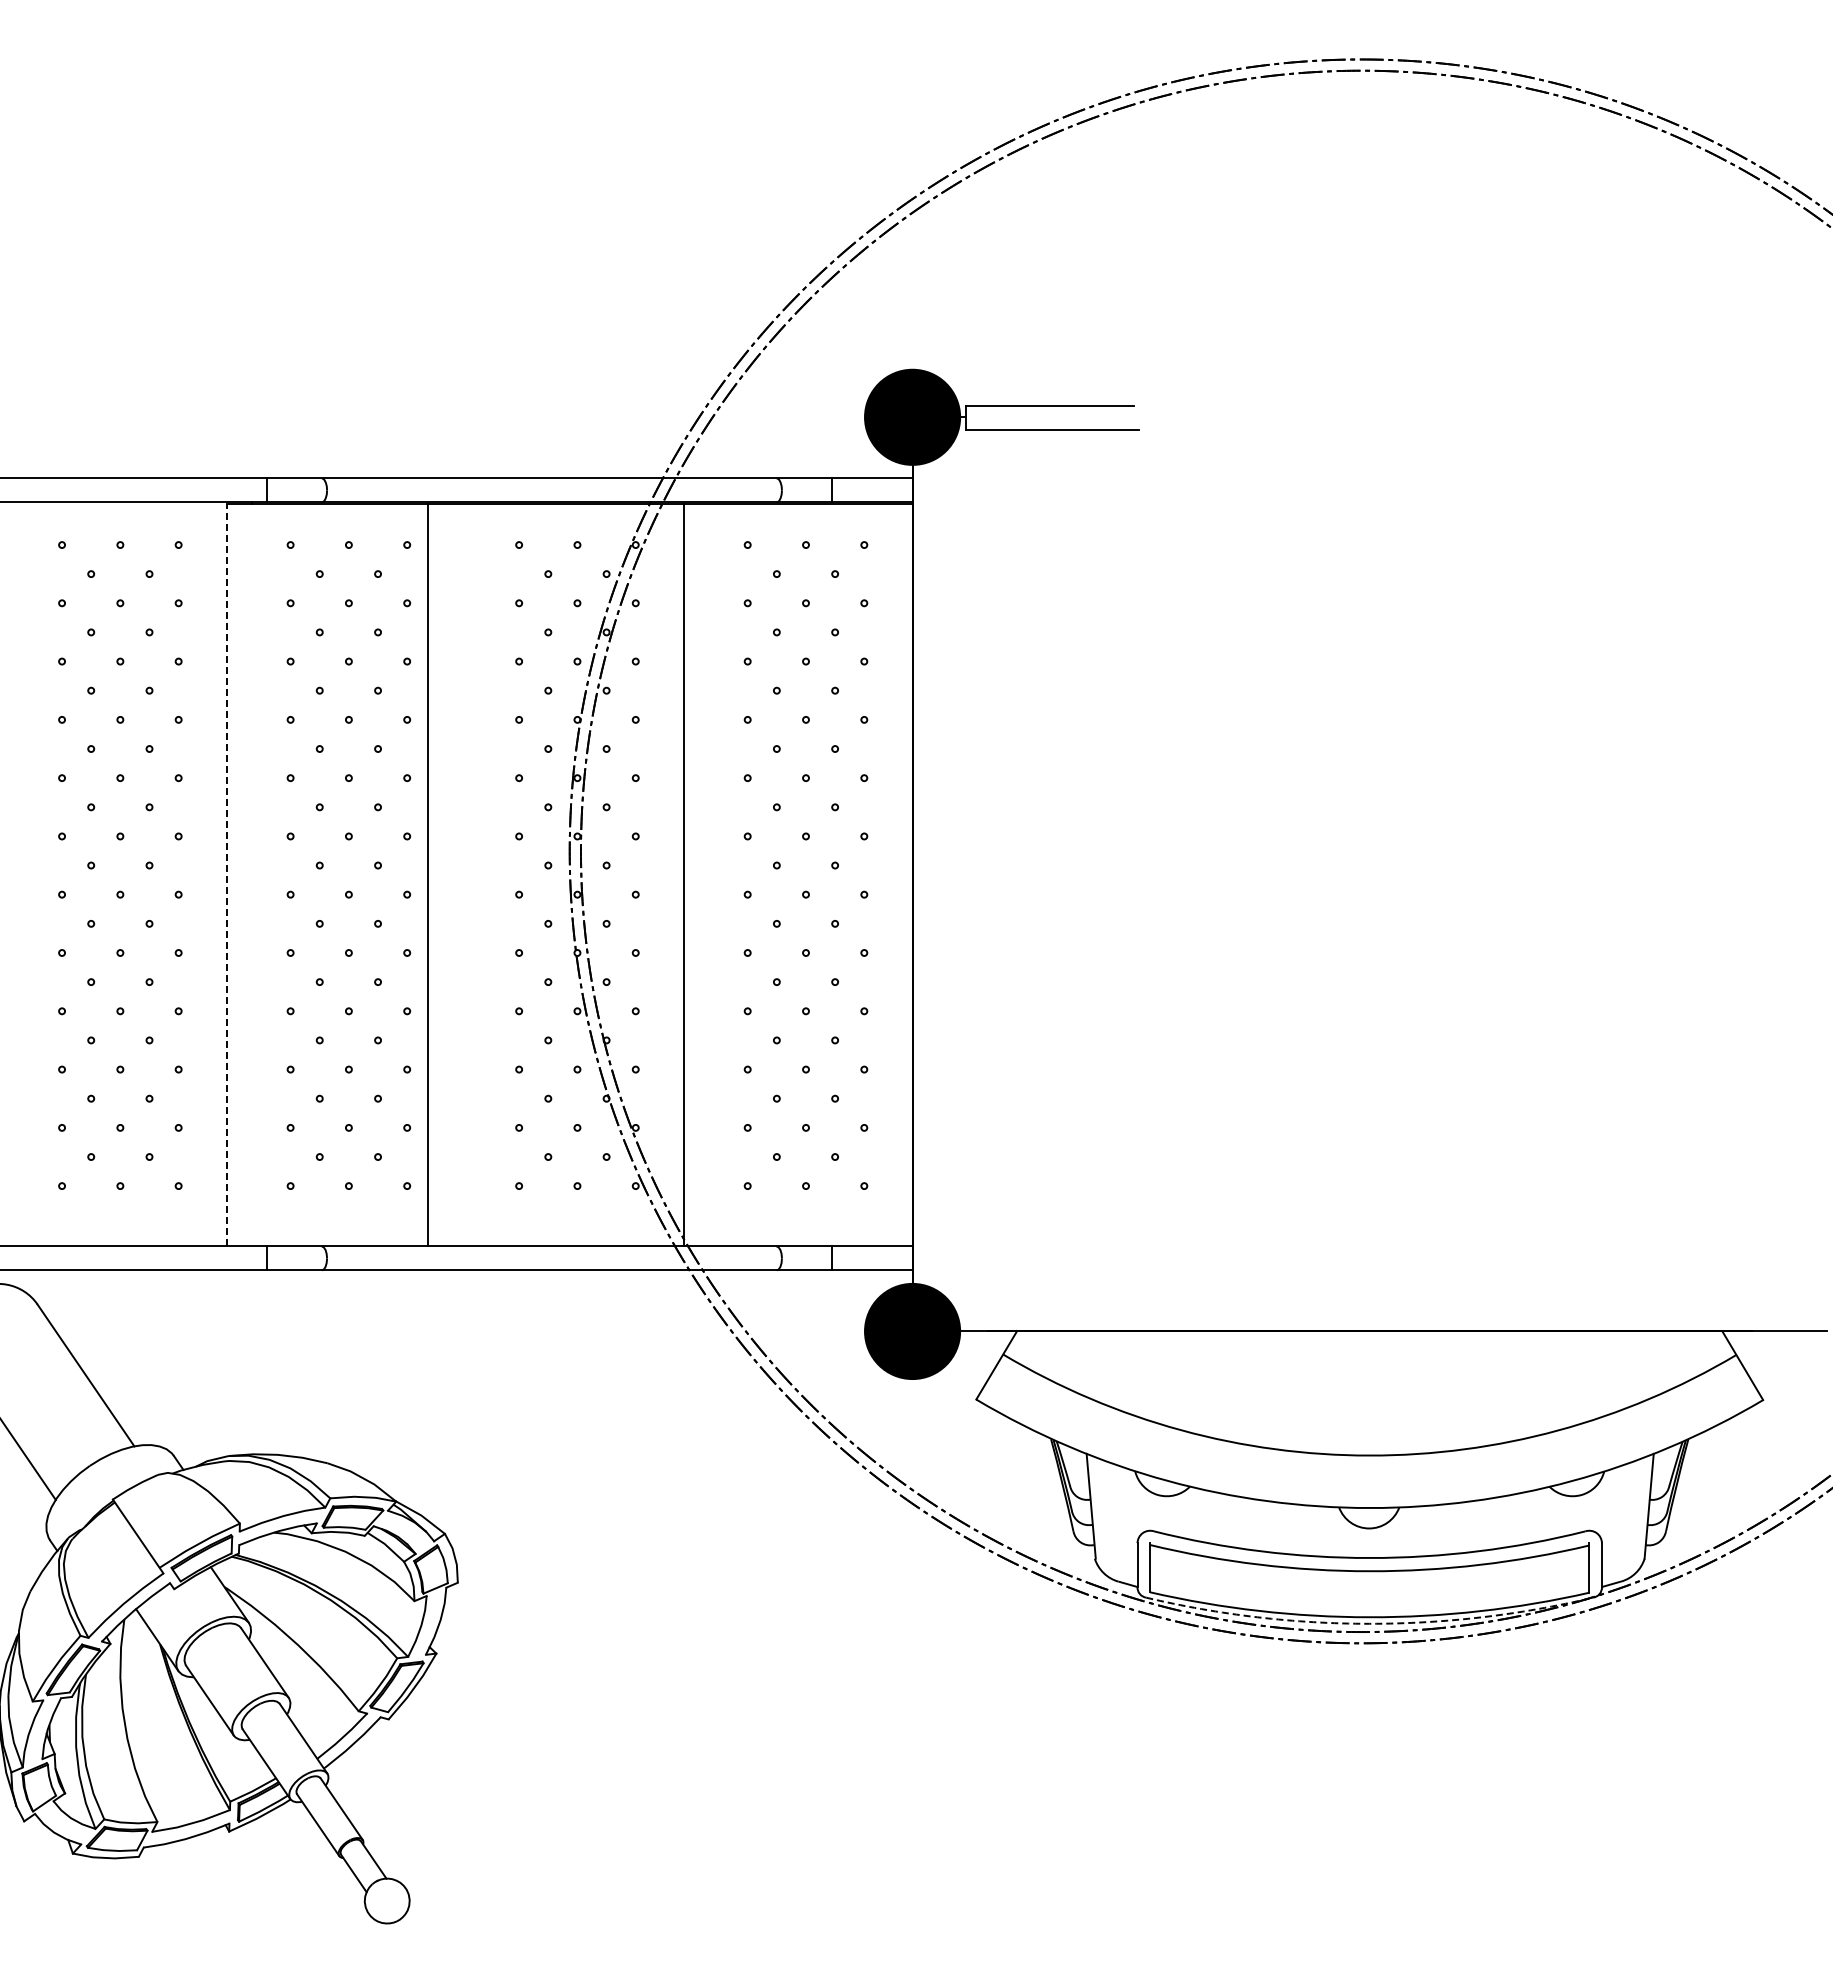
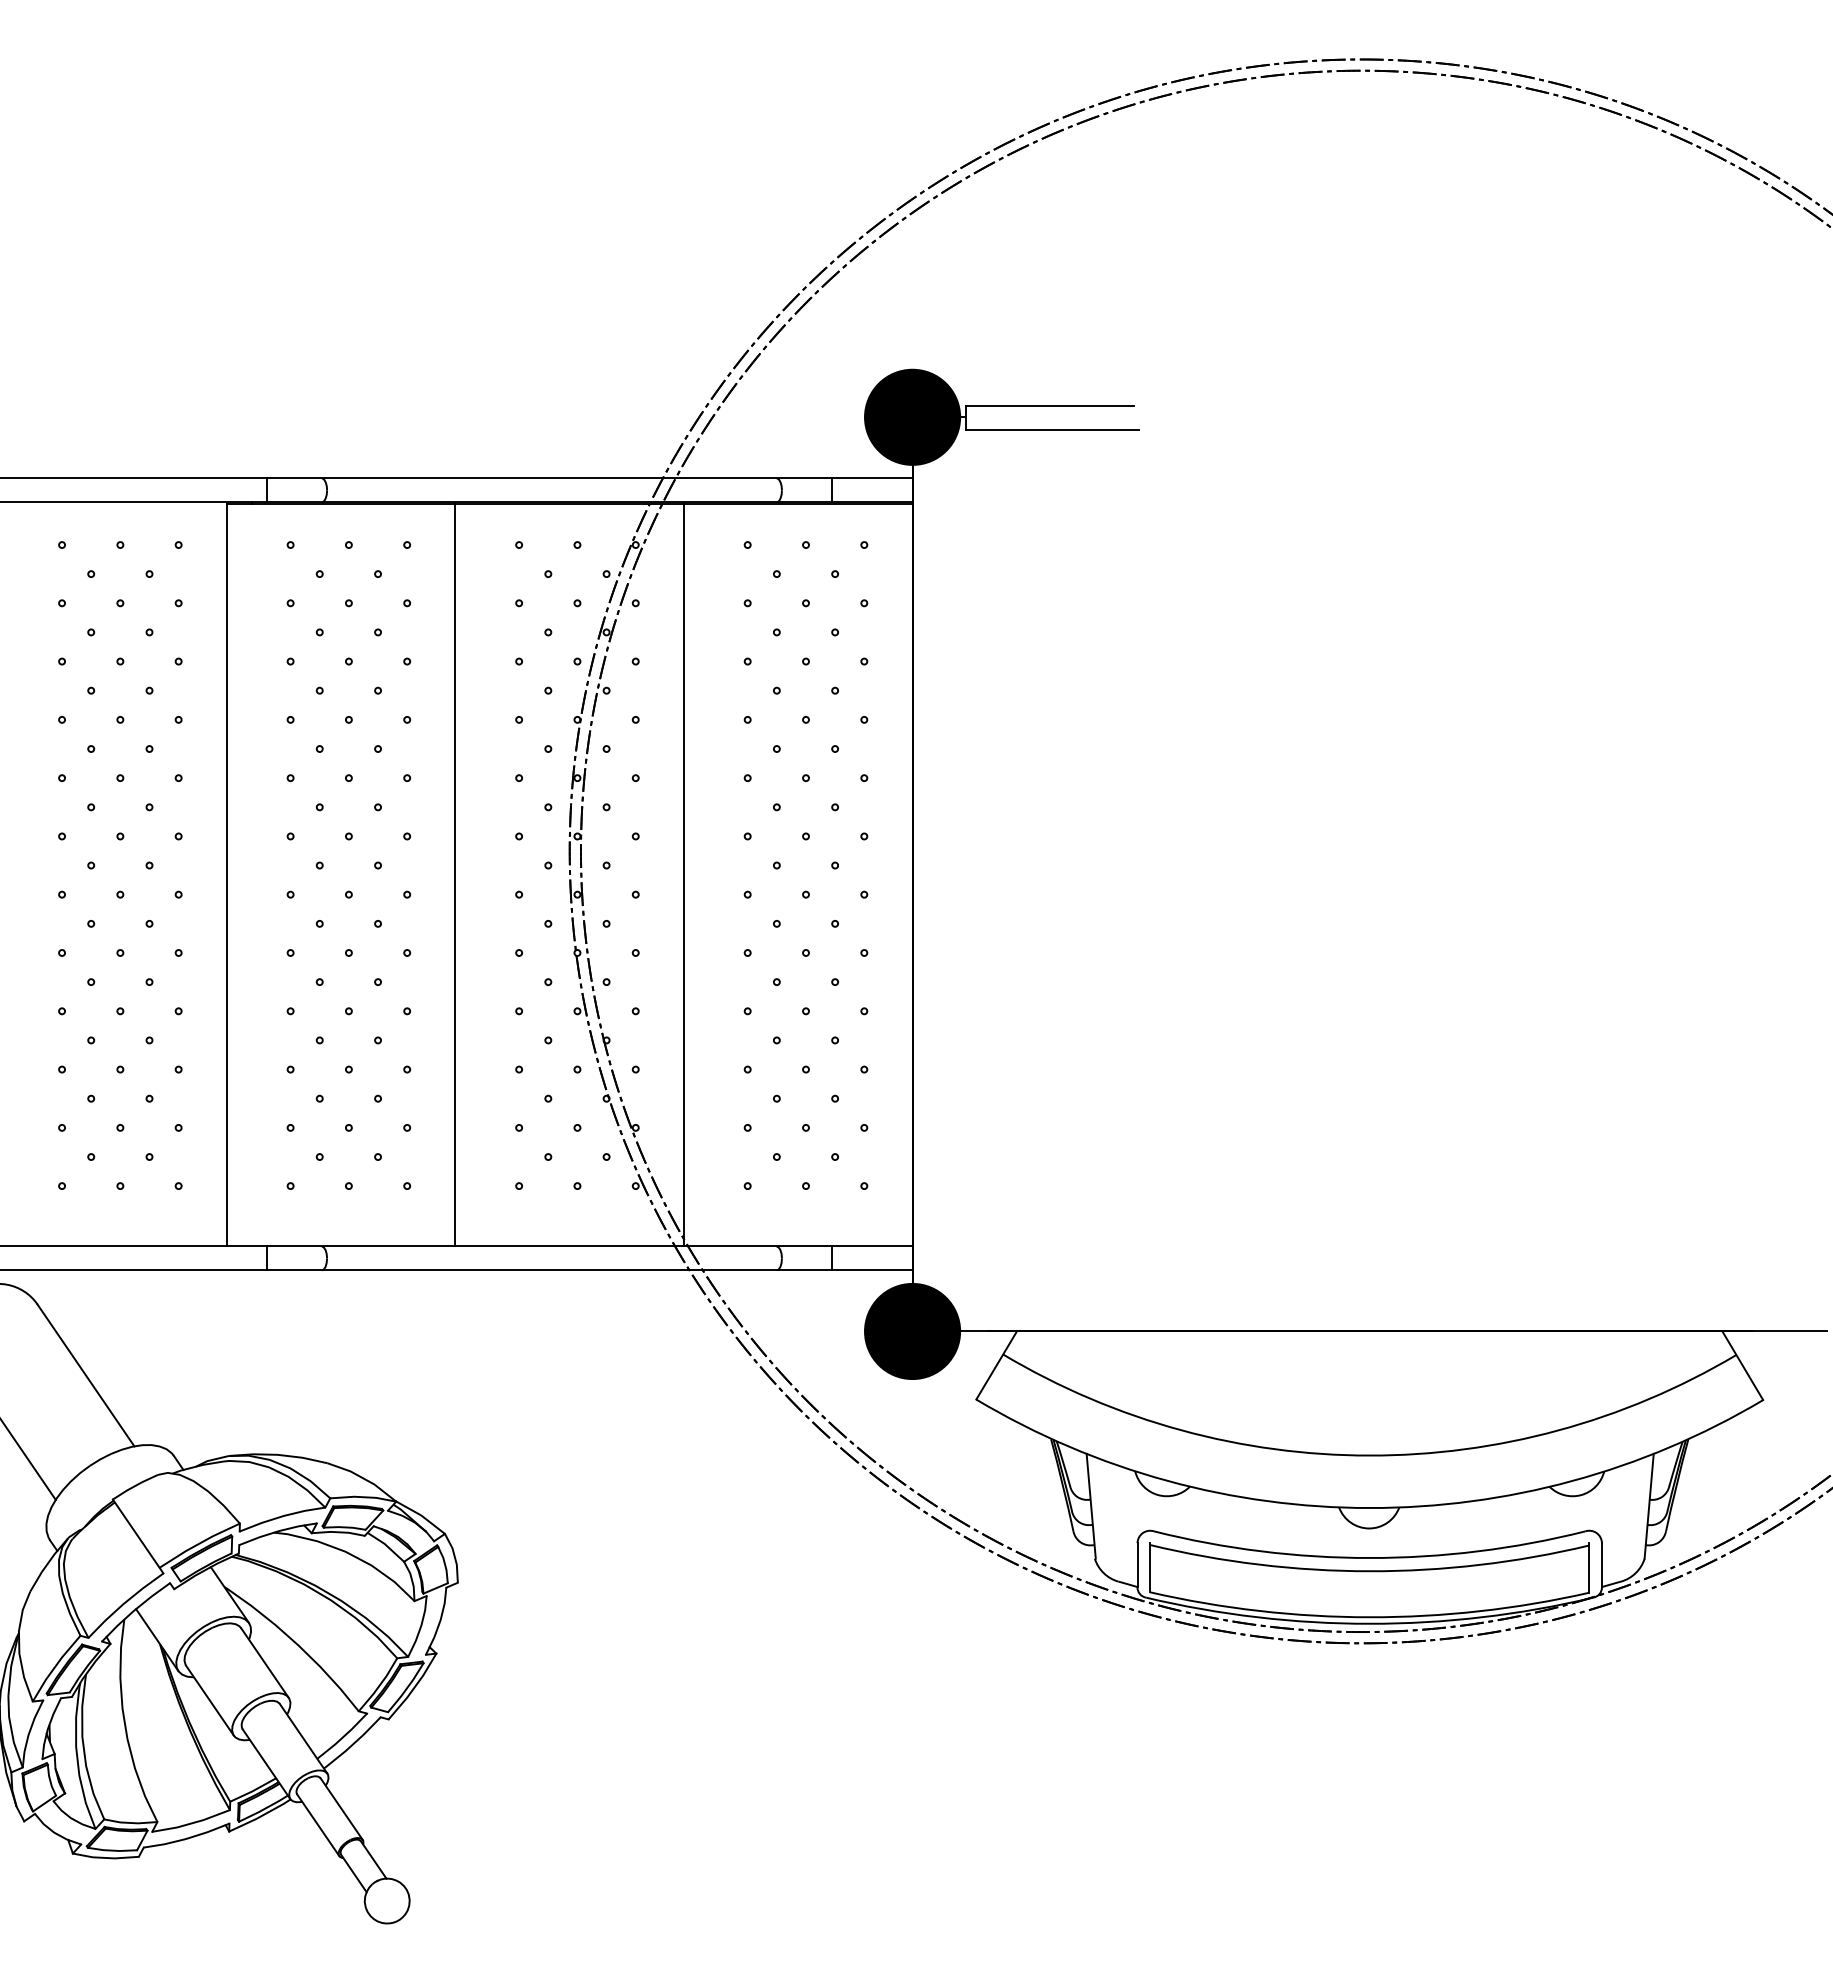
line at (226, 874): dashed -> solid
line at (428, 875) position: (428, 875) -> (455, 875)
arc at (1369, 1623): dashed -> solid
